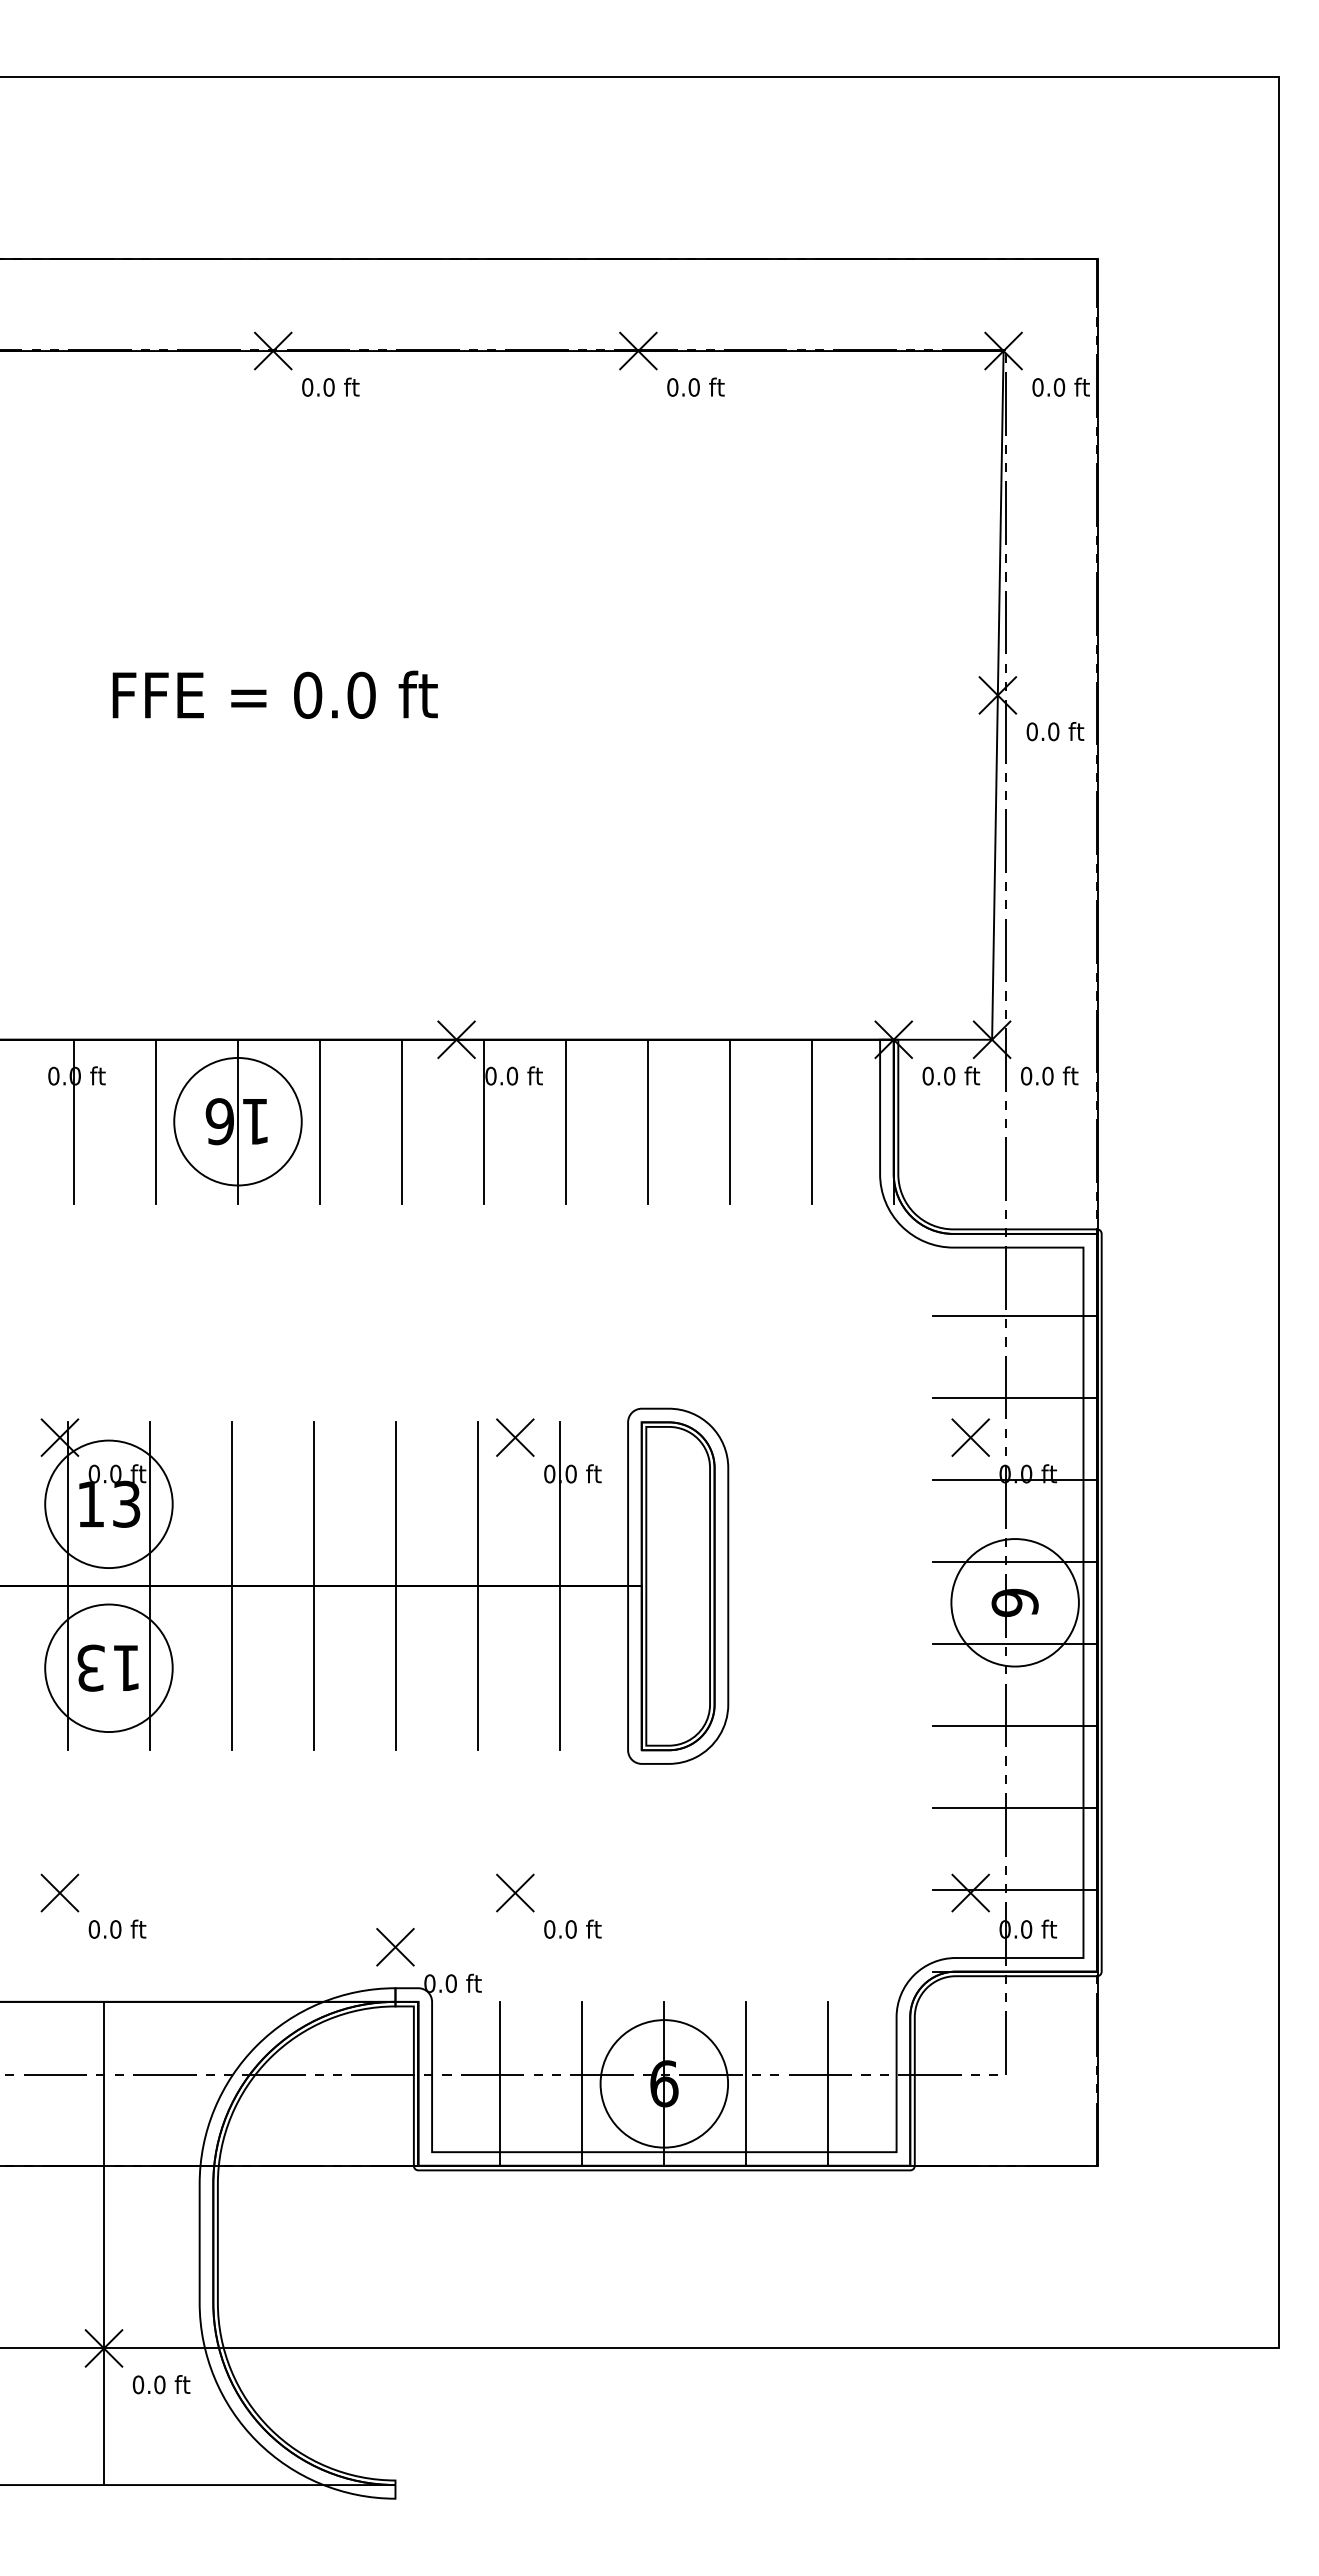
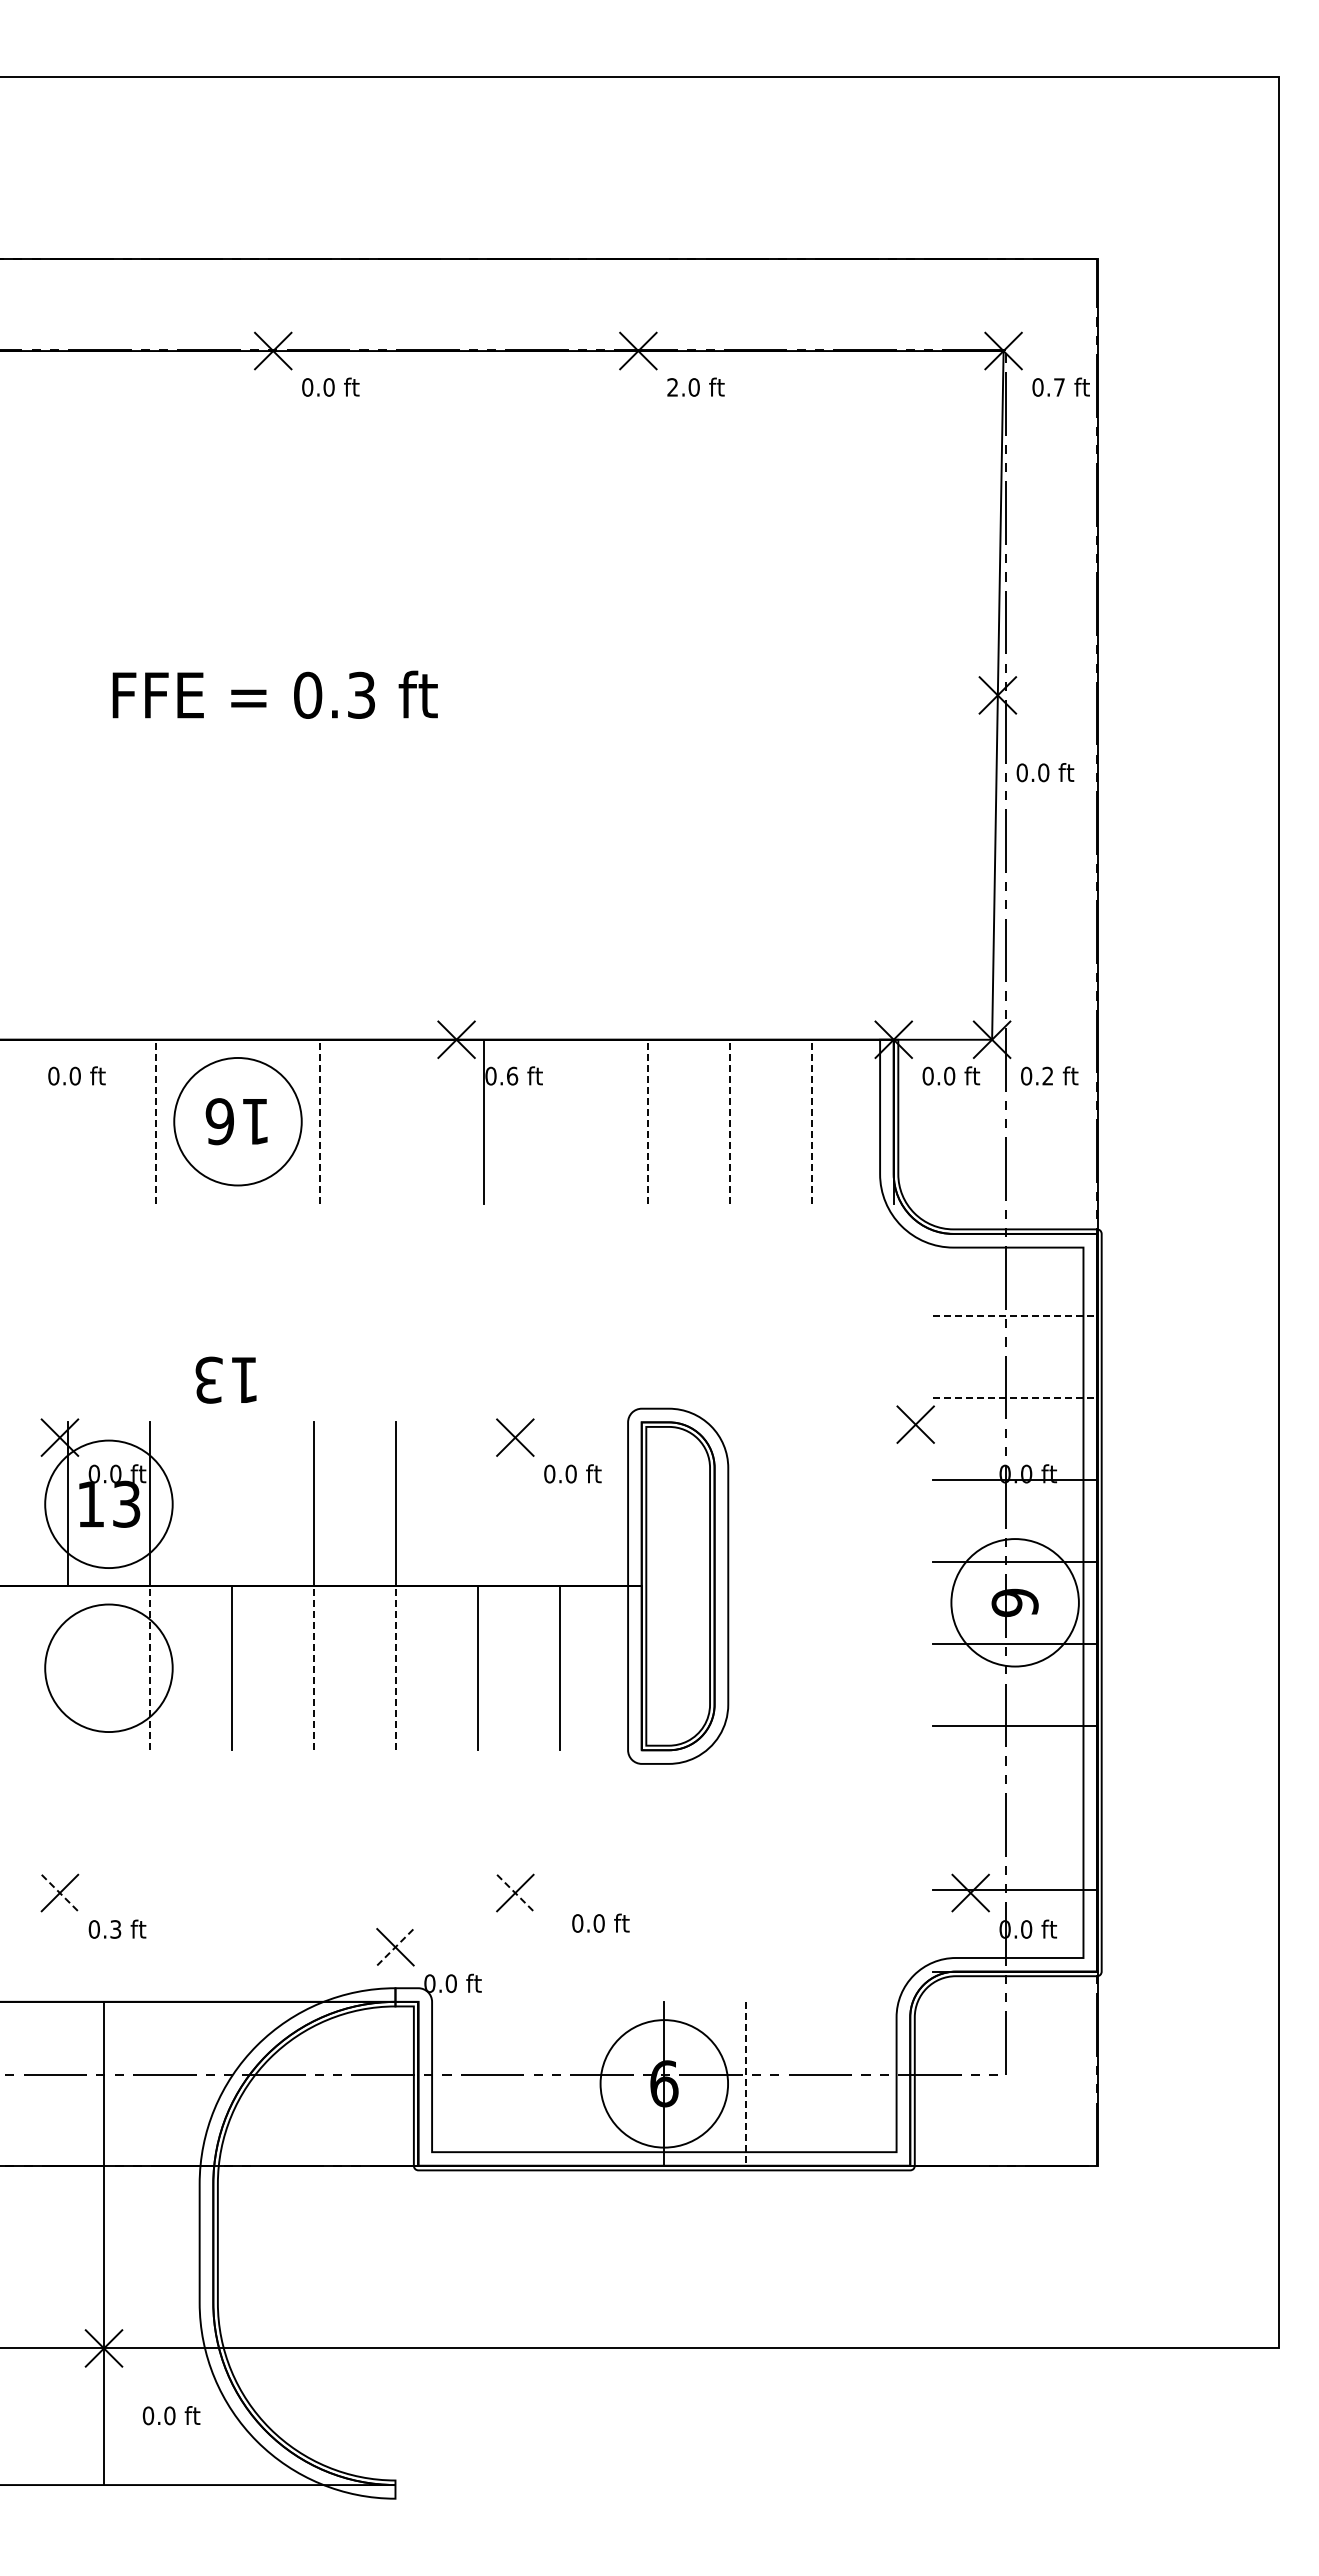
text at (672, 387): 0.0 -> 2.0
text at (1059, 387): 0.0 -> 0.7
text at (361, 694): 0.0 -> 0.3
text at (1055, 731) position: (1055, 731) -> (1045, 772)
text at (512, 1075): 0.0 -> 0.6
text at (1047, 1075): 0.0 -> 0.2
line at (74, 1121): present -> none
line at (156, 1121): solid -> dashed
line at (238, 1121): present -> none
line at (319, 1121): solid -> dashed
line at (401, 1121): present -> none
line at (565, 1121): present -> none
line at (647, 1121): solid -> dashed
line at (729, 1121): solid -> dashed
line at (811, 1121): solid -> dashed
line at (1015, 1315): solid -> dashed
line at (1015, 1397): solid -> dashed
part at (970, 1437) position: (970, 1437) -> (915, 1424)
line at (231, 1504): present -> none
line at (477, 1504): present -> none
line at (559, 1504): present -> none
text at (107, 1667) position: (107, 1667) -> (225, 1379)
line at (67, 1668): present -> none
line at (149, 1668): solid -> dashed
line at (313, 1668): solid -> dashed
line at (395, 1668): solid -> dashed
line at (1015, 1807): present -> none
line at (59, 1893): solid -> dashed
line at (515, 1893): solid -> dashed
text at (572, 1928) position: (572, 1928) -> (600, 1922)
text at (115, 1929): 0.0 -> 0.3
line at (395, 1947): solid -> dashed
line at (500, 2083): present -> none
line at (582, 2083): present -> none
line at (746, 2083): solid -> dashed
line at (828, 2083): present -> none
text at (161, 2384) position: (161, 2384) -> (171, 2415)
